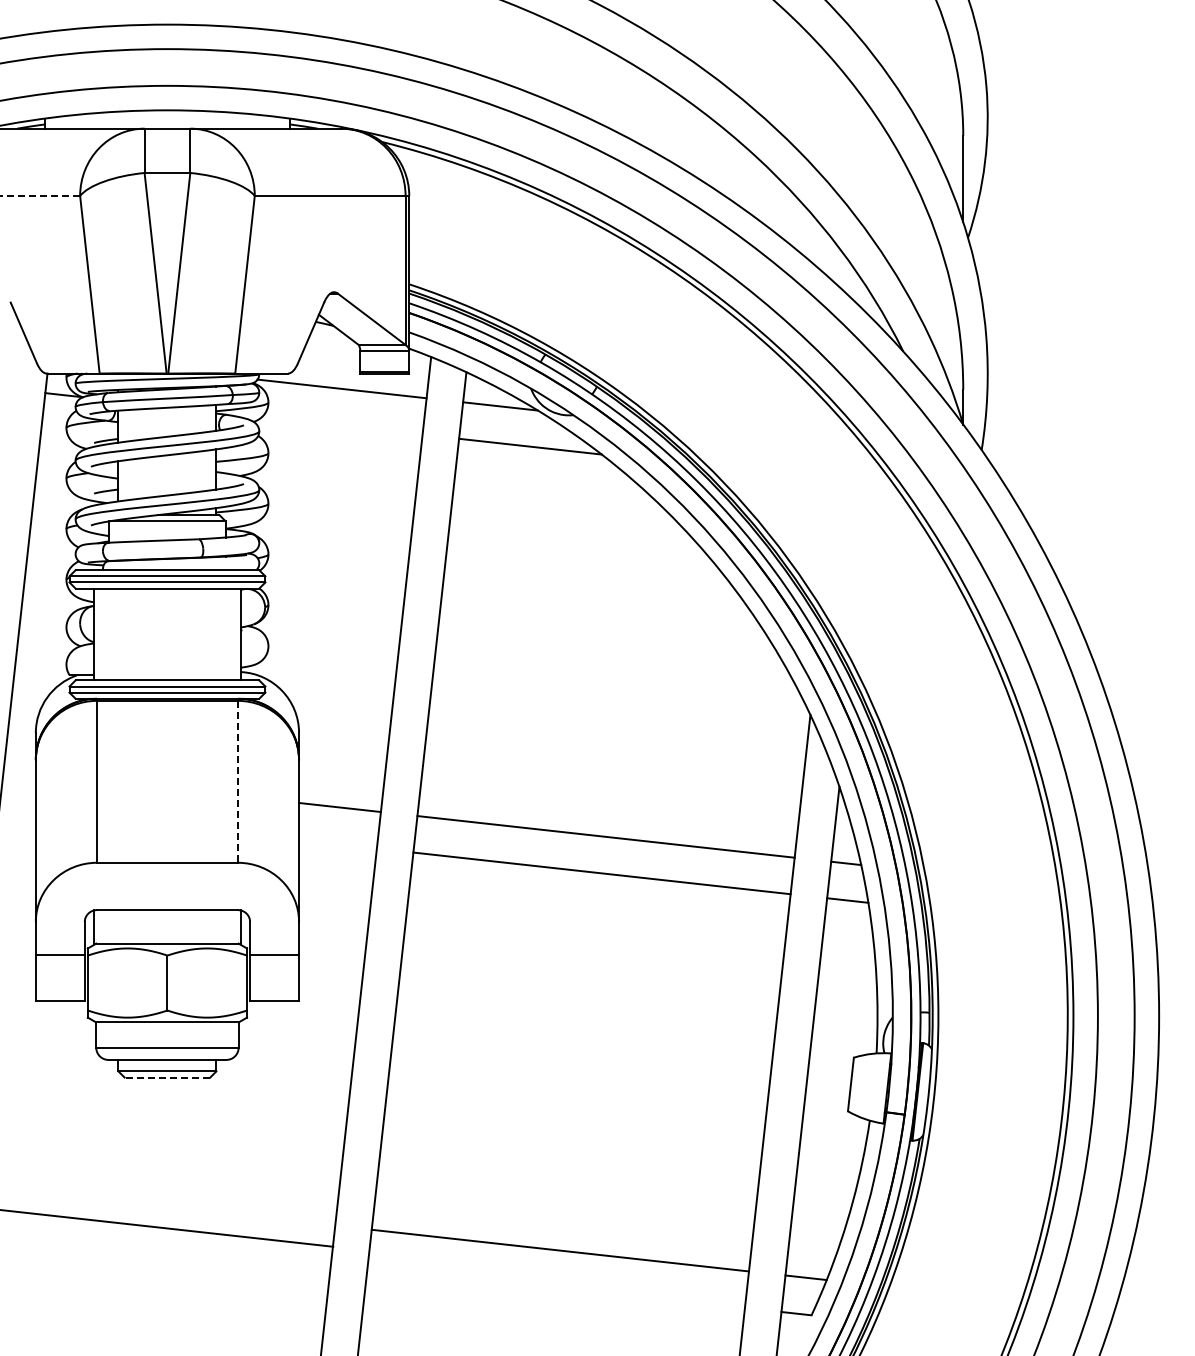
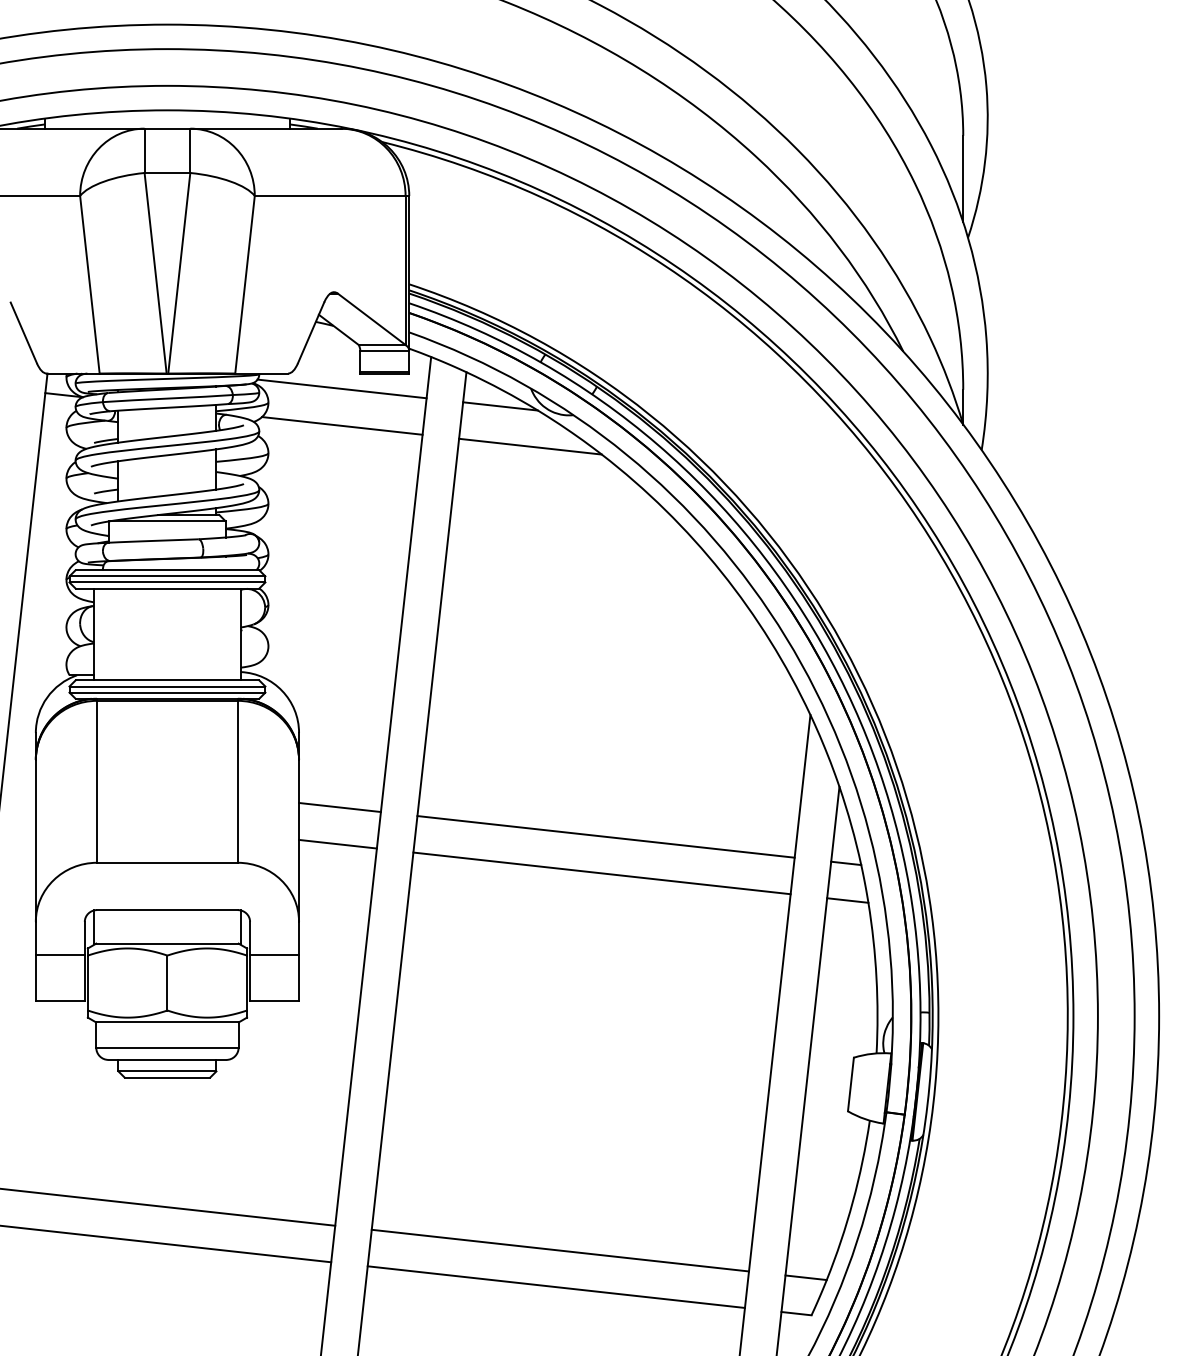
line at (40, 196): dashed -> solid
line at (342, 425): none -> present
line at (237, 781): dashed -> solid
line at (337, 843): none -> present
line at (167, 1077): dashed -> solid
line at (167, 1228) position: (167, 1228) -> (168, 1207)
line at (166, 1244): none -> present
line at (555, 1286): none -> present
